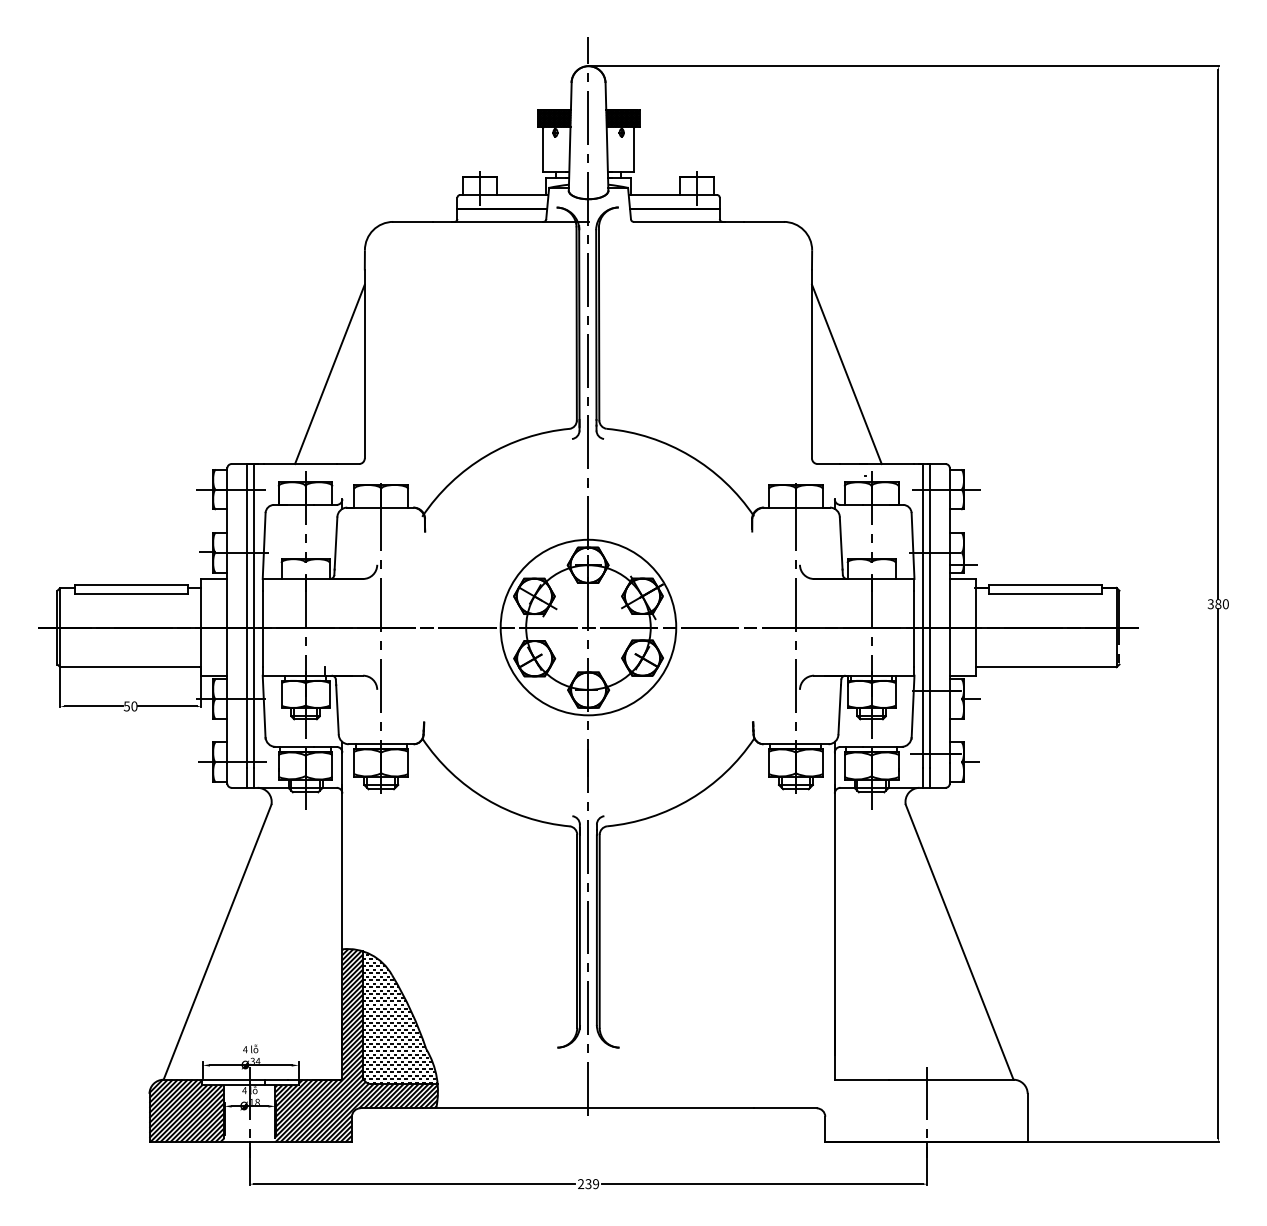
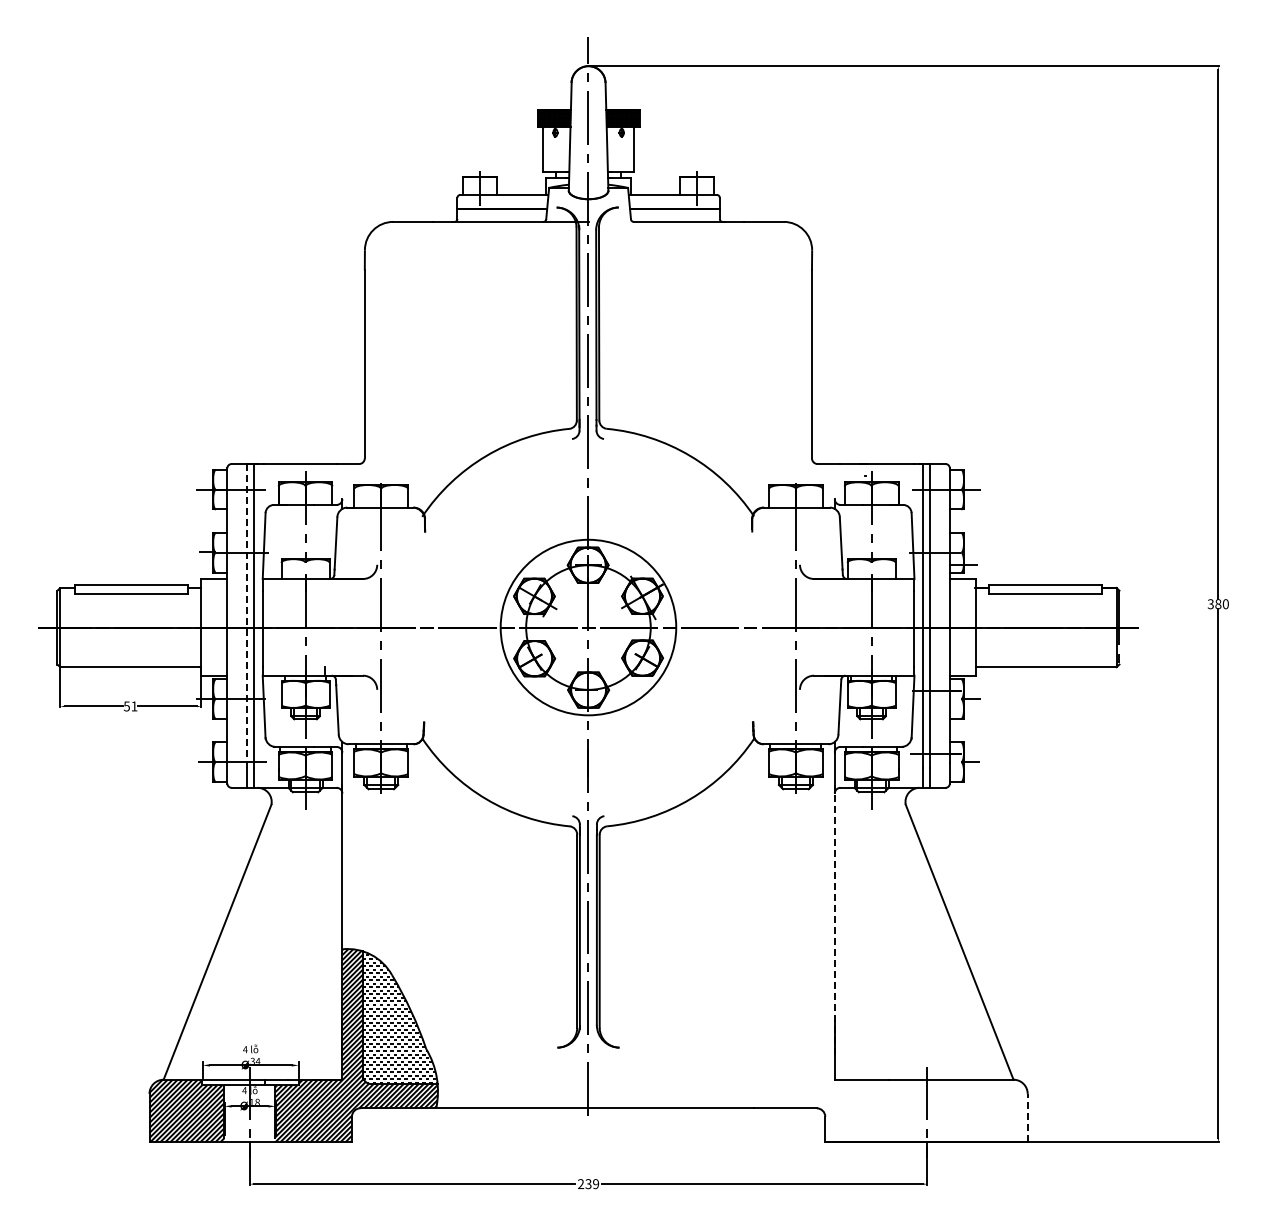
line at (329, 374): present -> none
line at (846, 374): present -> none
line at (247, 615): solid -> dashed
text at (134, 706): 50 -> 51
line at (834, 920): solid -> dashed
line at (1027, 1117): solid -> dashed
